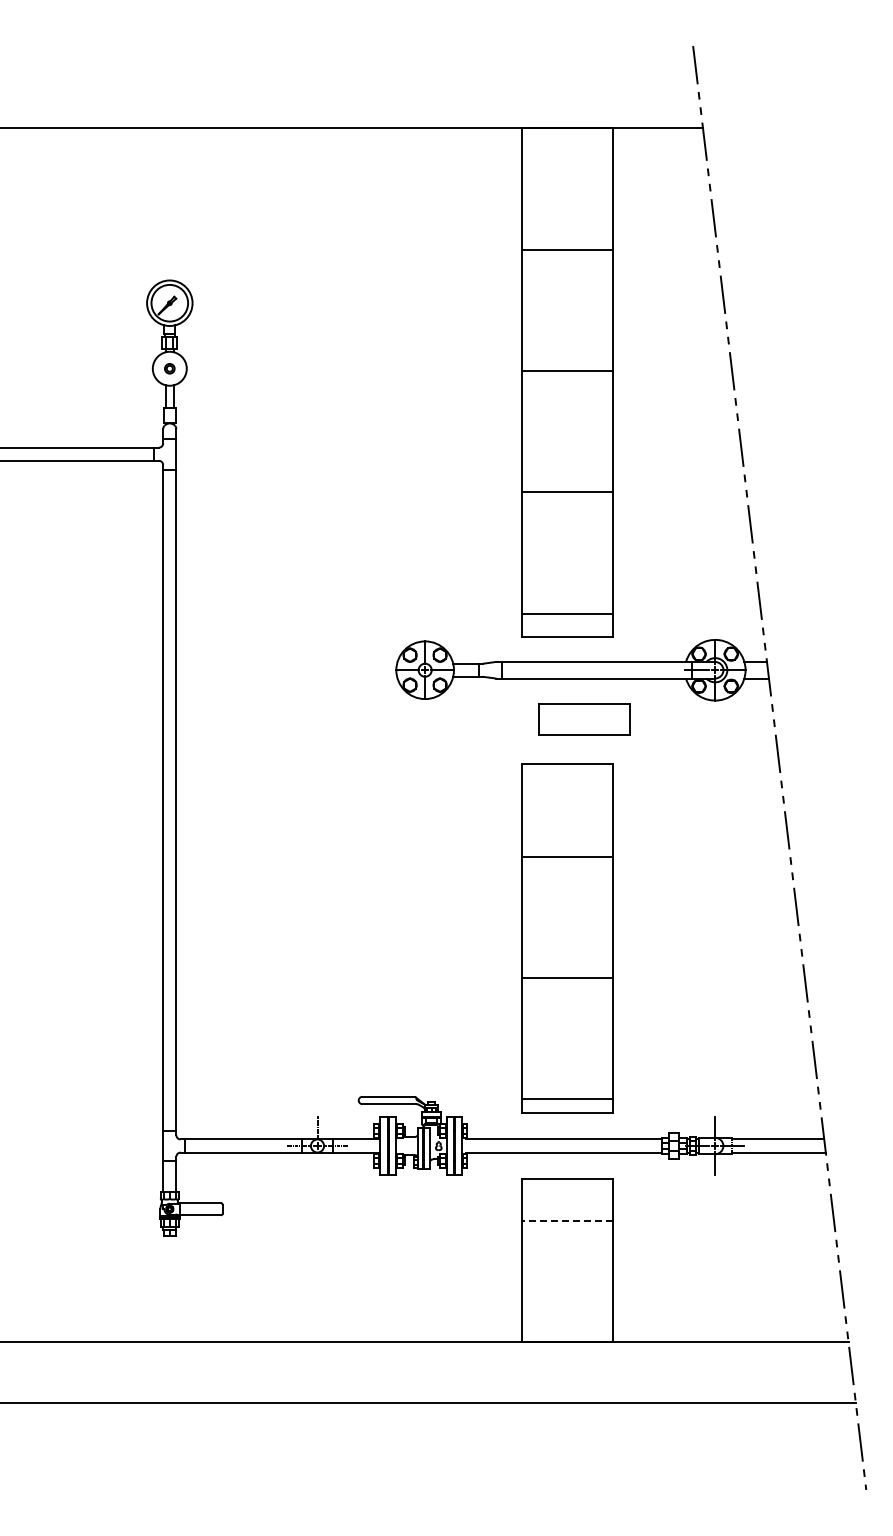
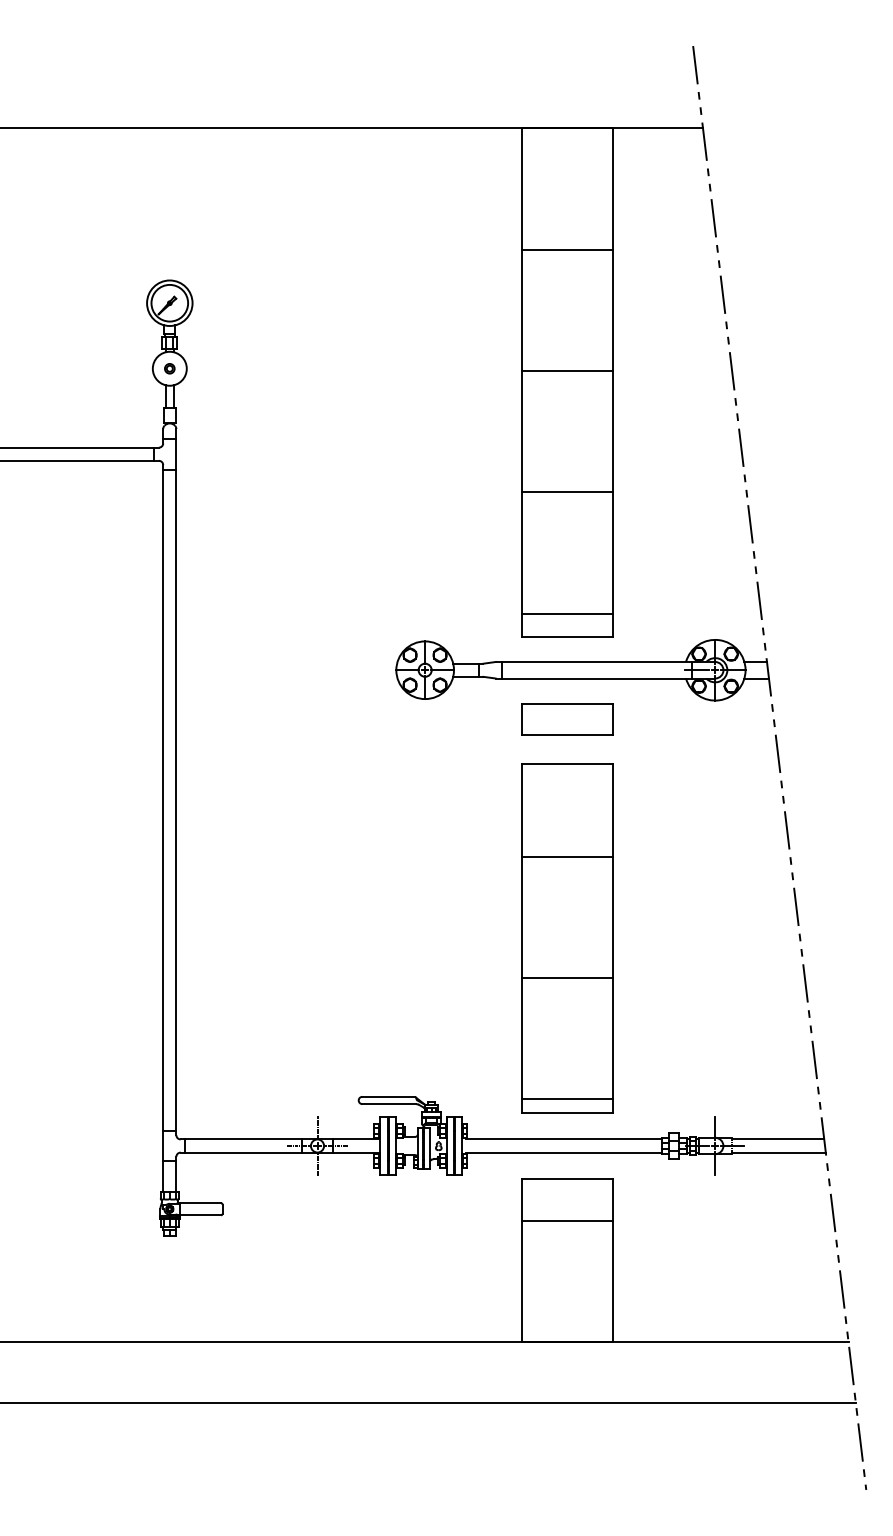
part at (584, 719) position: (584, 719) -> (567, 719)
line at (317, 1164): none -> present
line at (567, 1220): dashed -> solid
